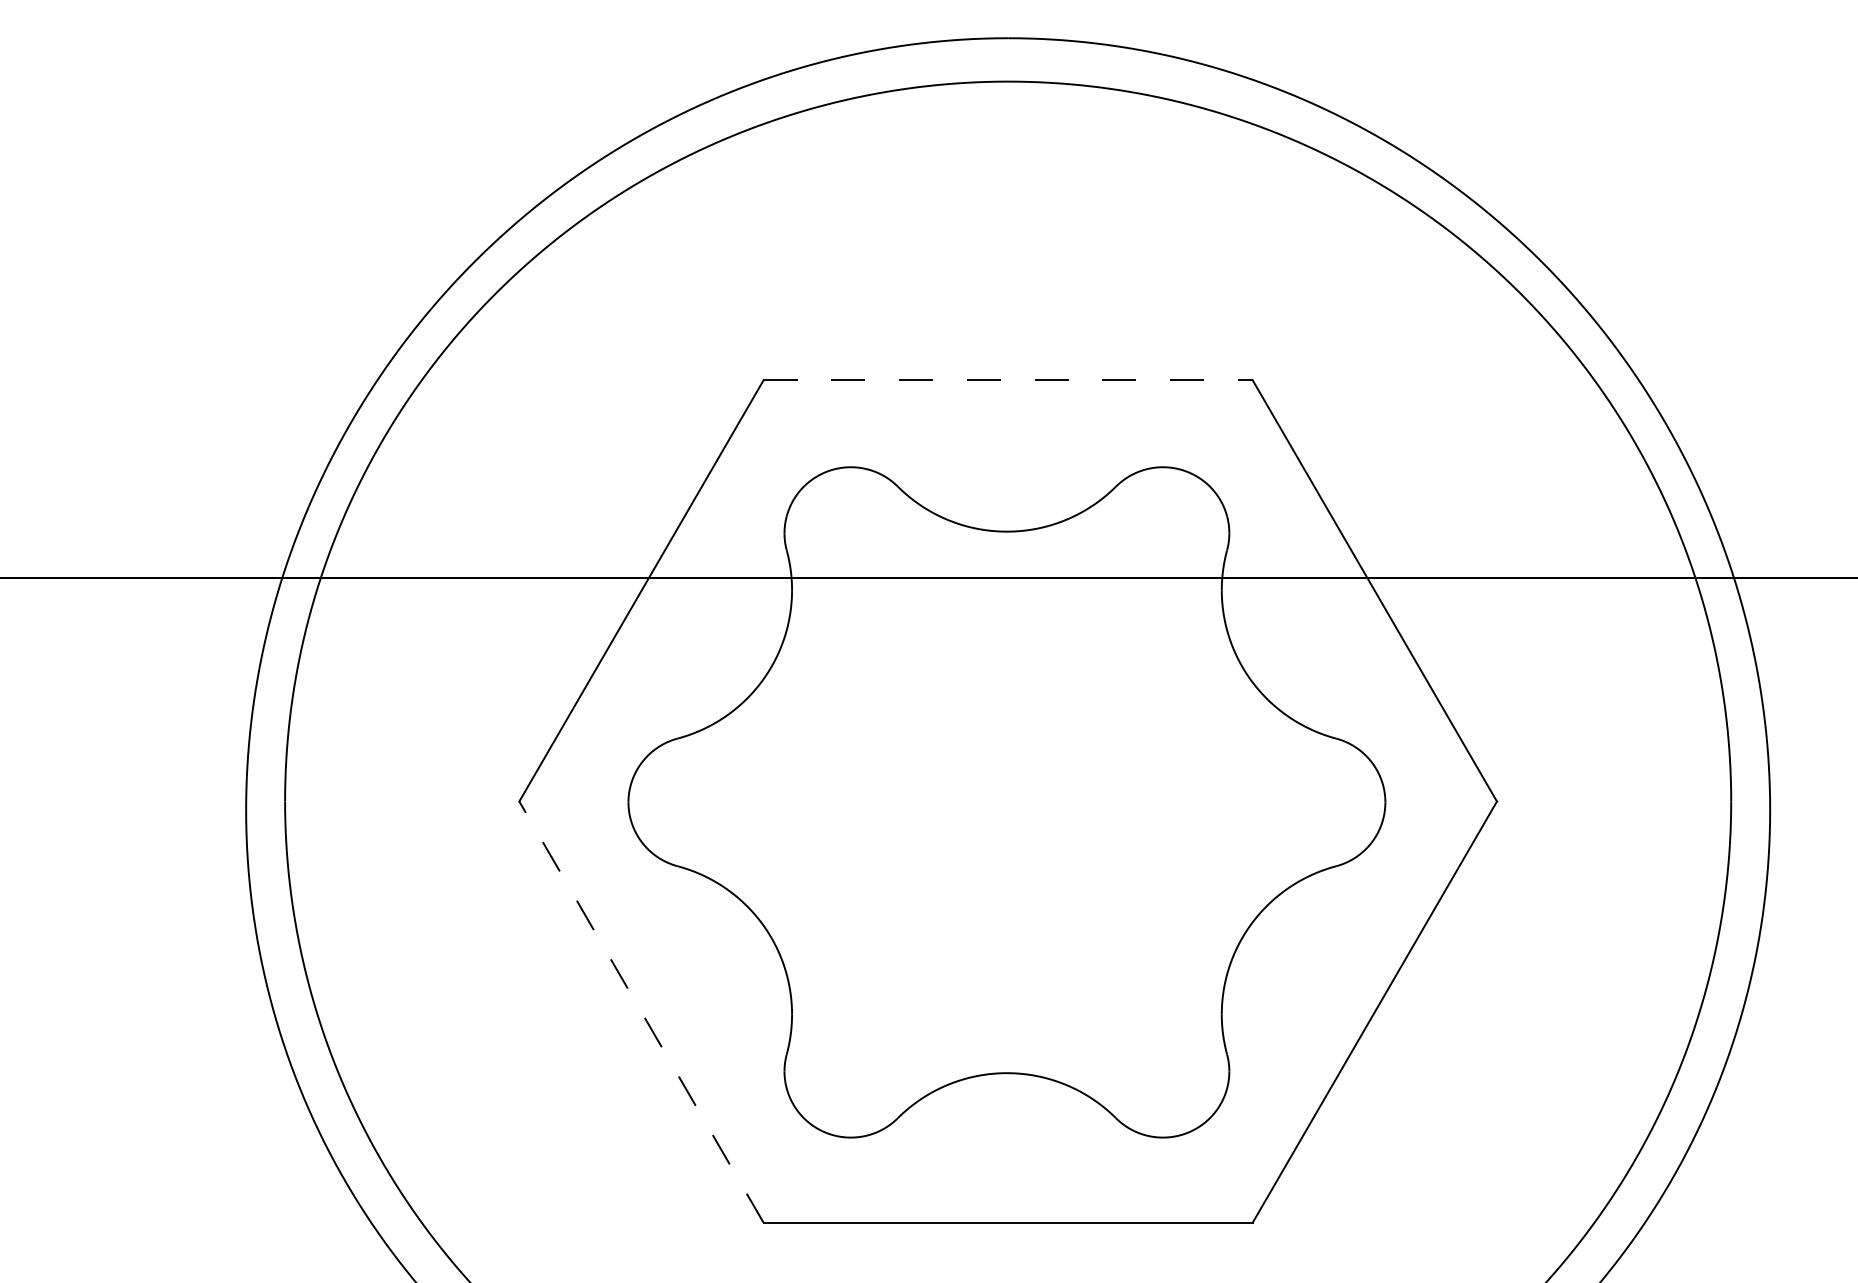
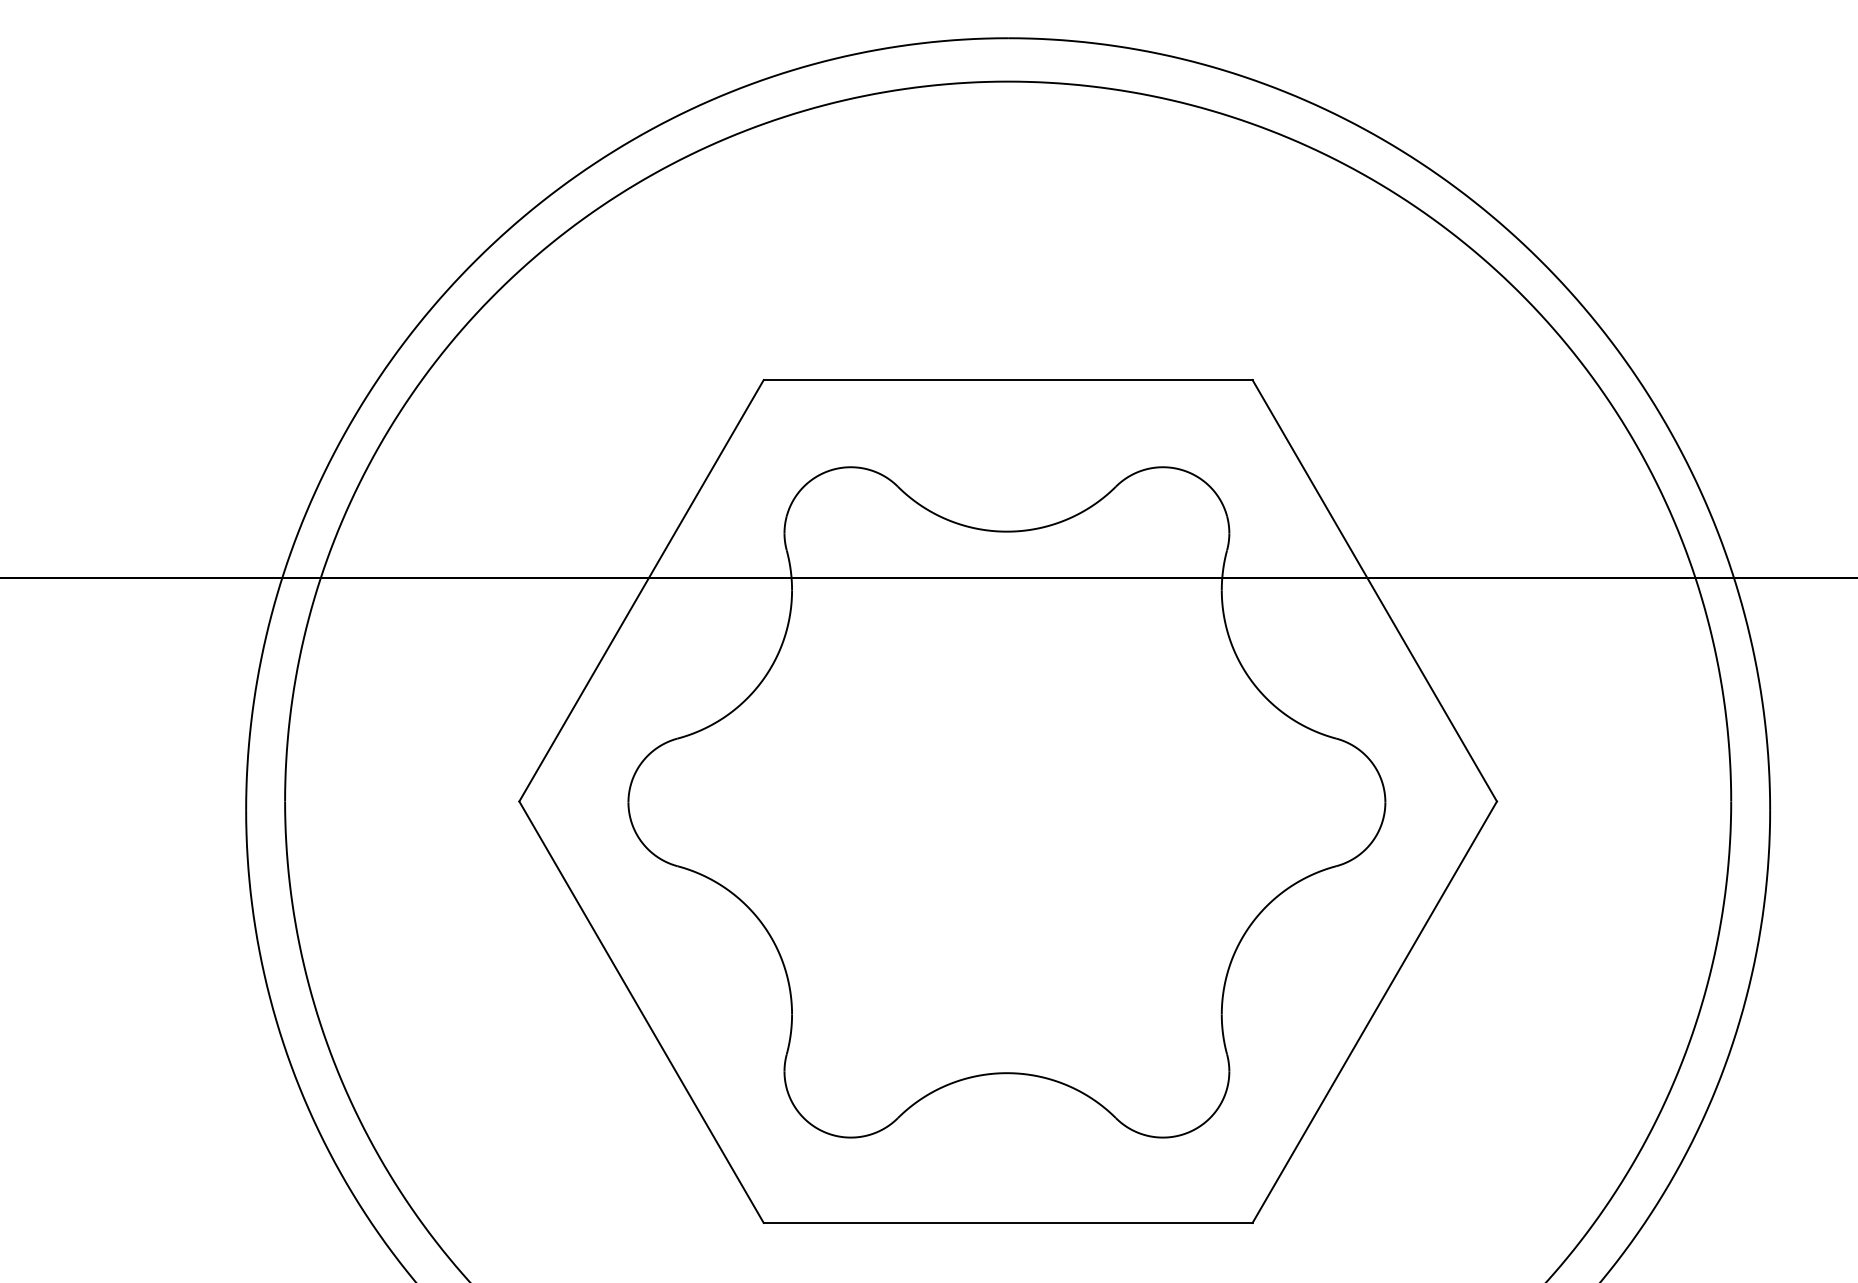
line at (1008, 380): dashed -> solid
line at (641, 1012): dashed -> solid
